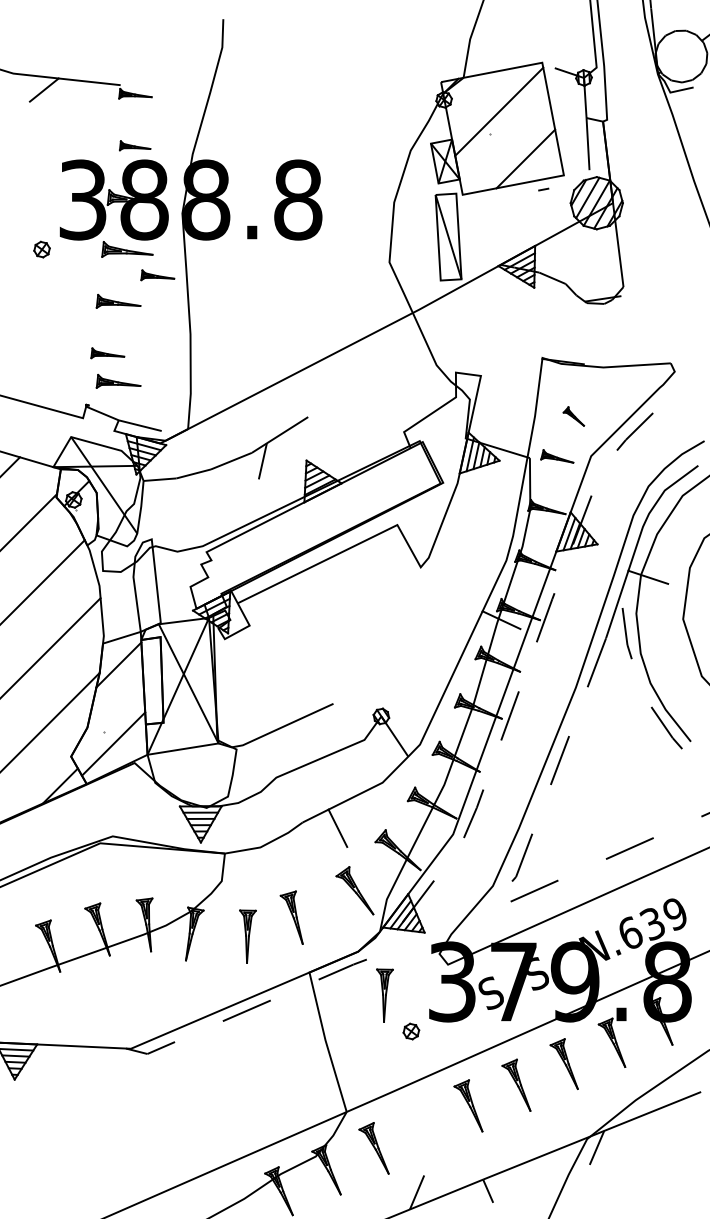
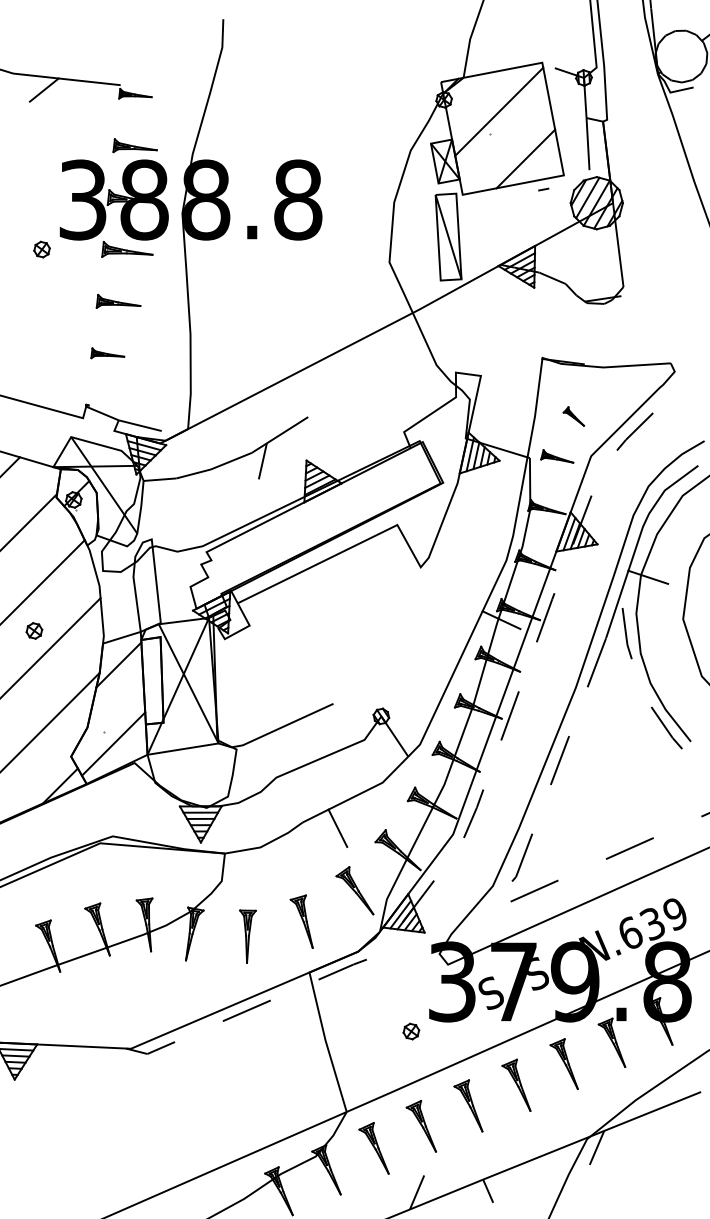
part at (135, 145) size: 33x12 px -> 46x16 px
part at (157, 275): present -> none
part at (118, 380): present -> none
part at (34, 630): none -> present
part at (291, 917) position: (291, 917) -> (301, 921)
part at (384, 995): present -> none
part at (420, 1126): none -> present
